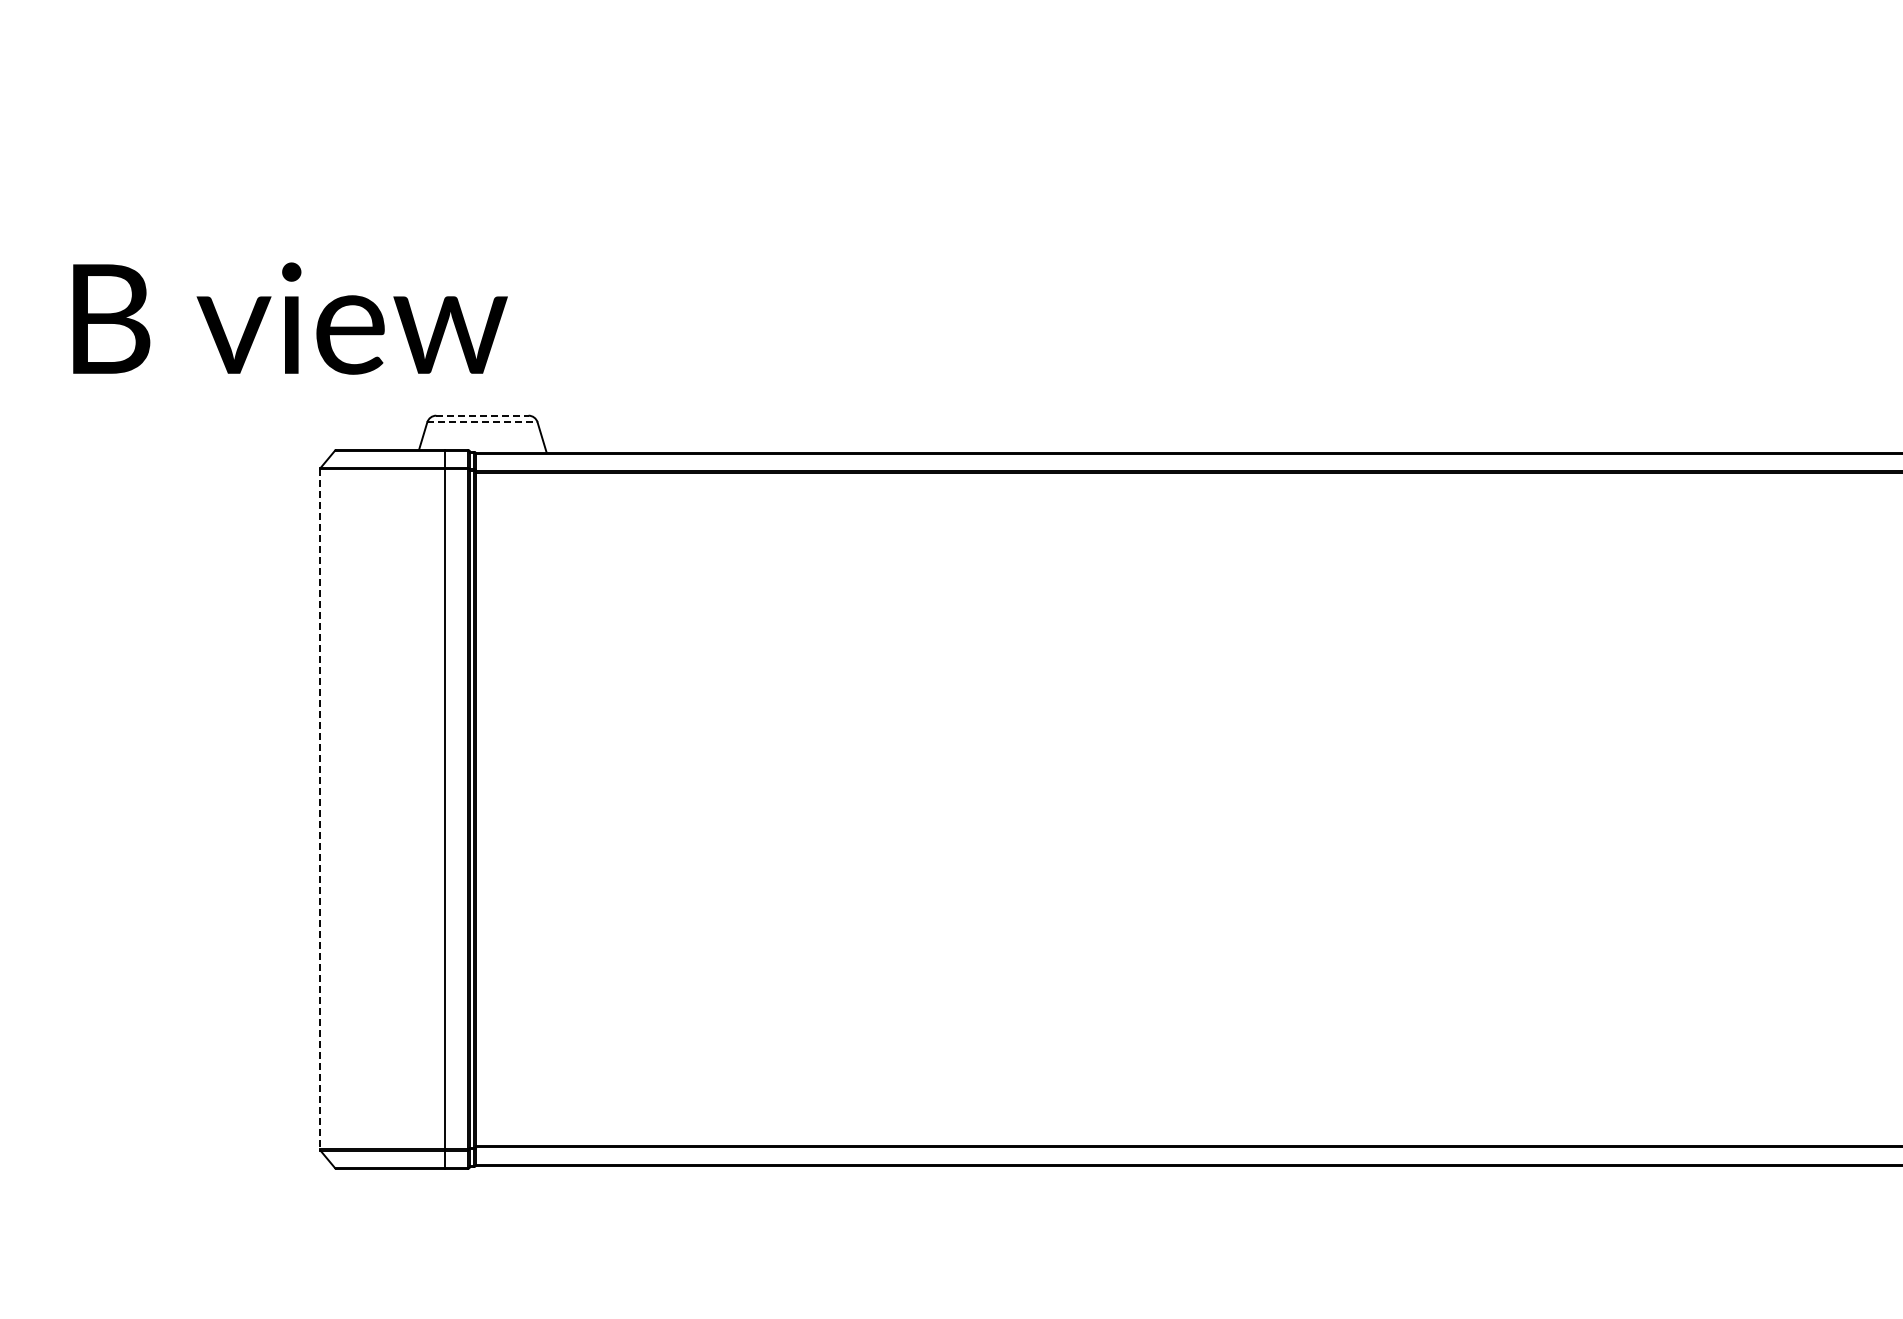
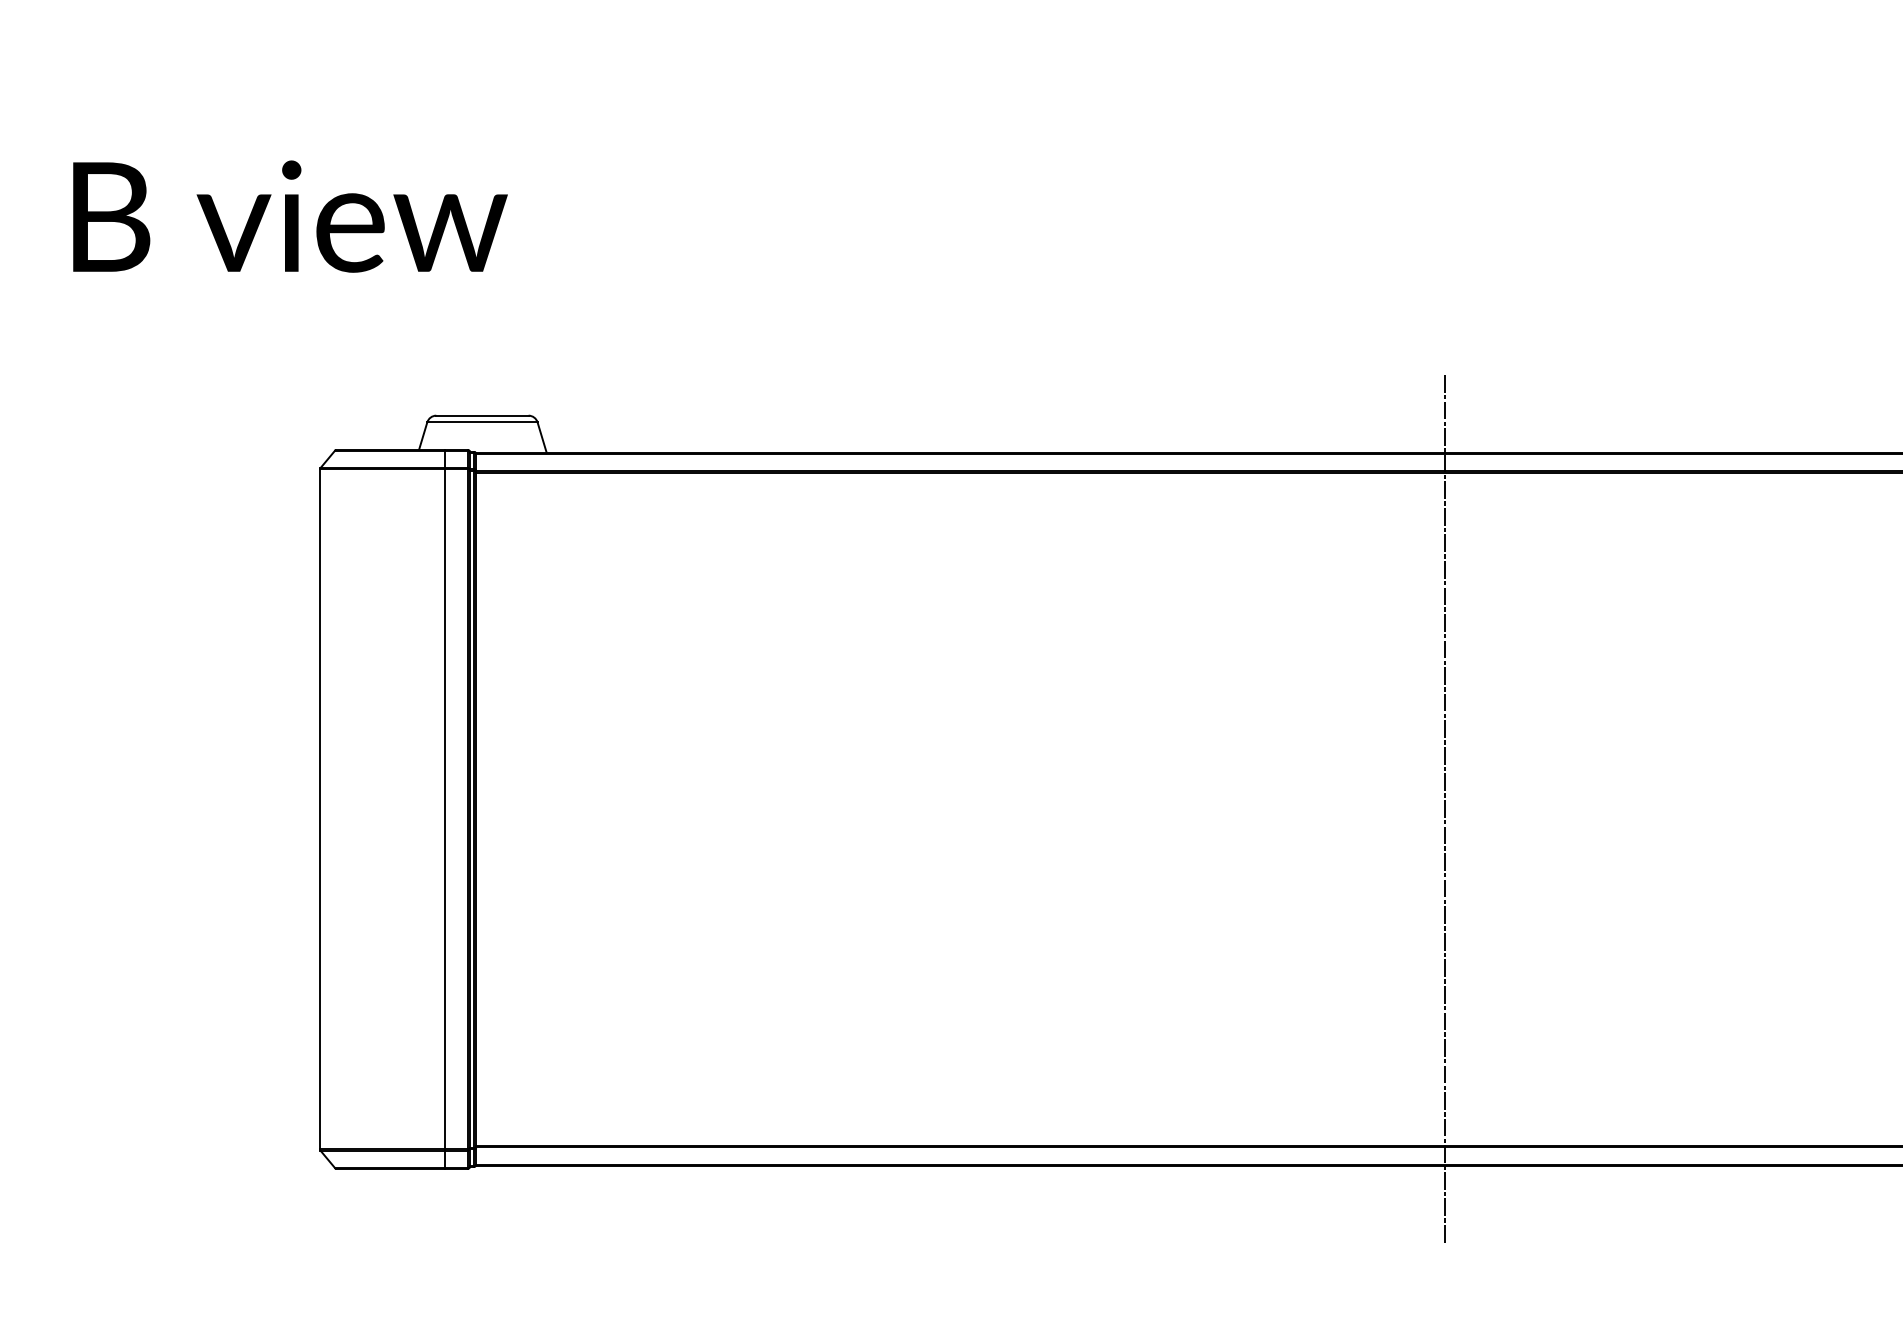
text at (290, 318) position: (290, 318) -> (290, 216)
line at (482, 415): dashed -> solid
line at (482, 422): dashed -> solid
line at (319, 809): dashed -> solid
line at (1444, 809): none -> present
